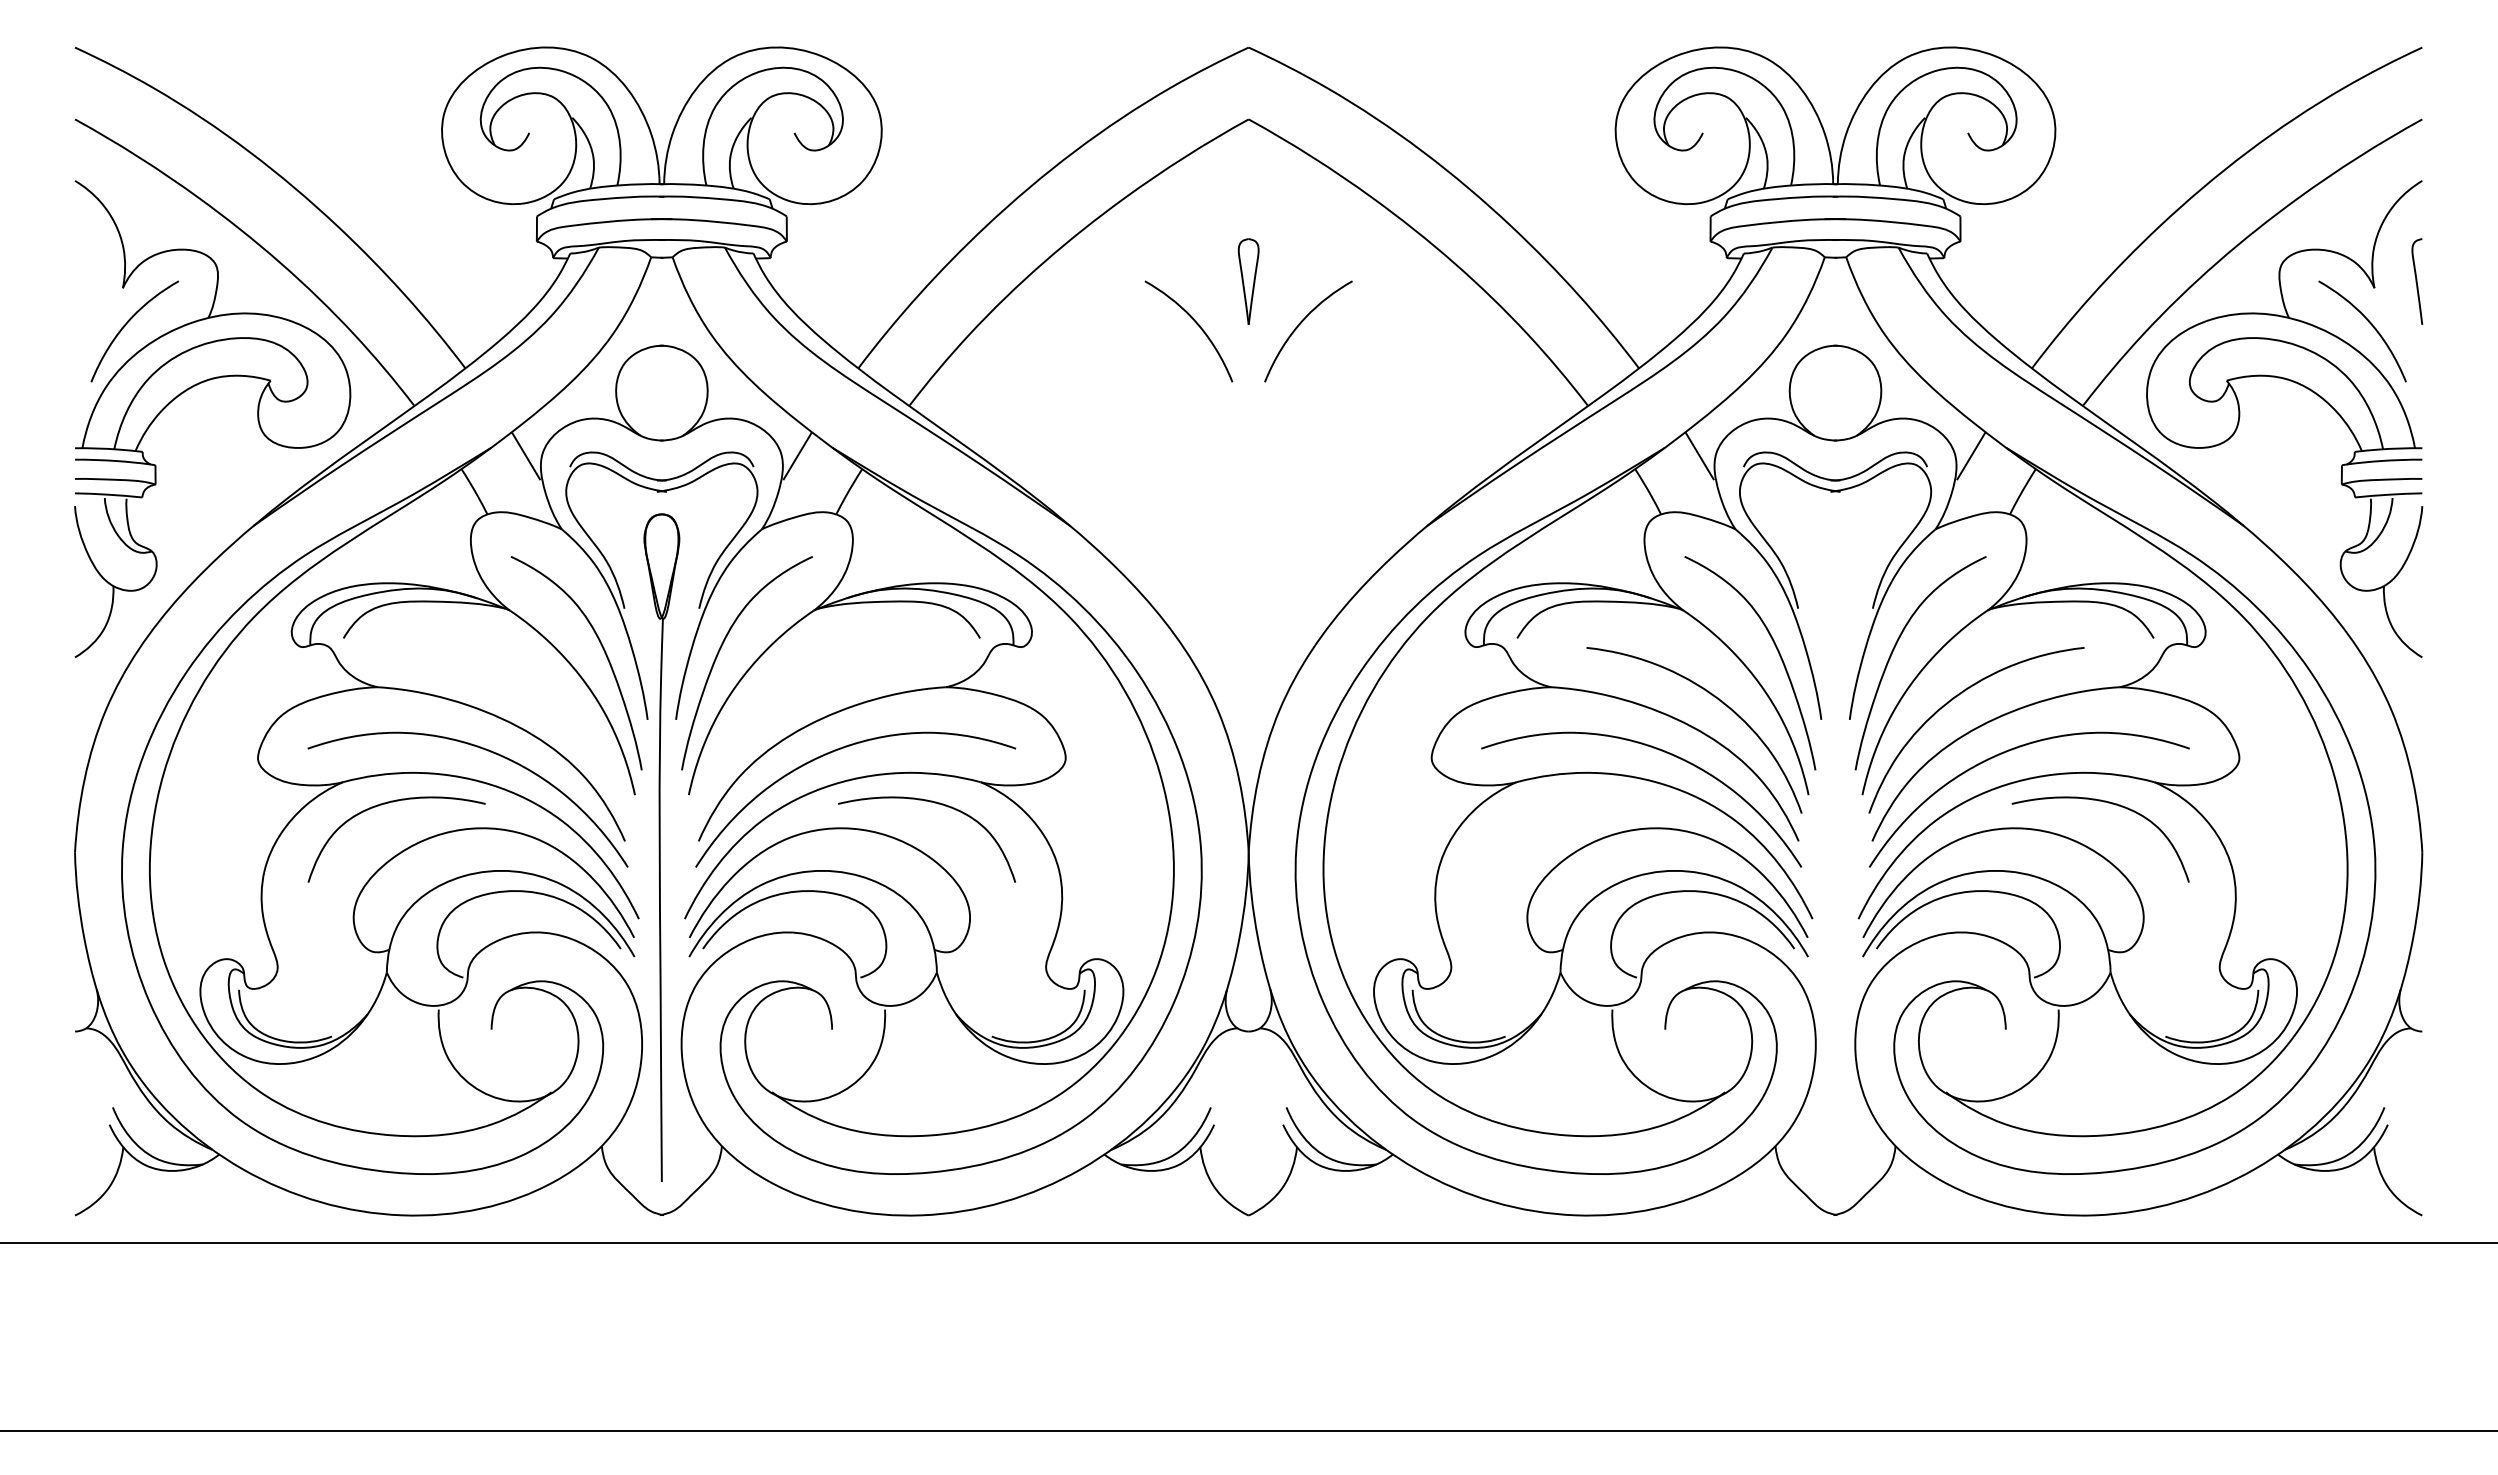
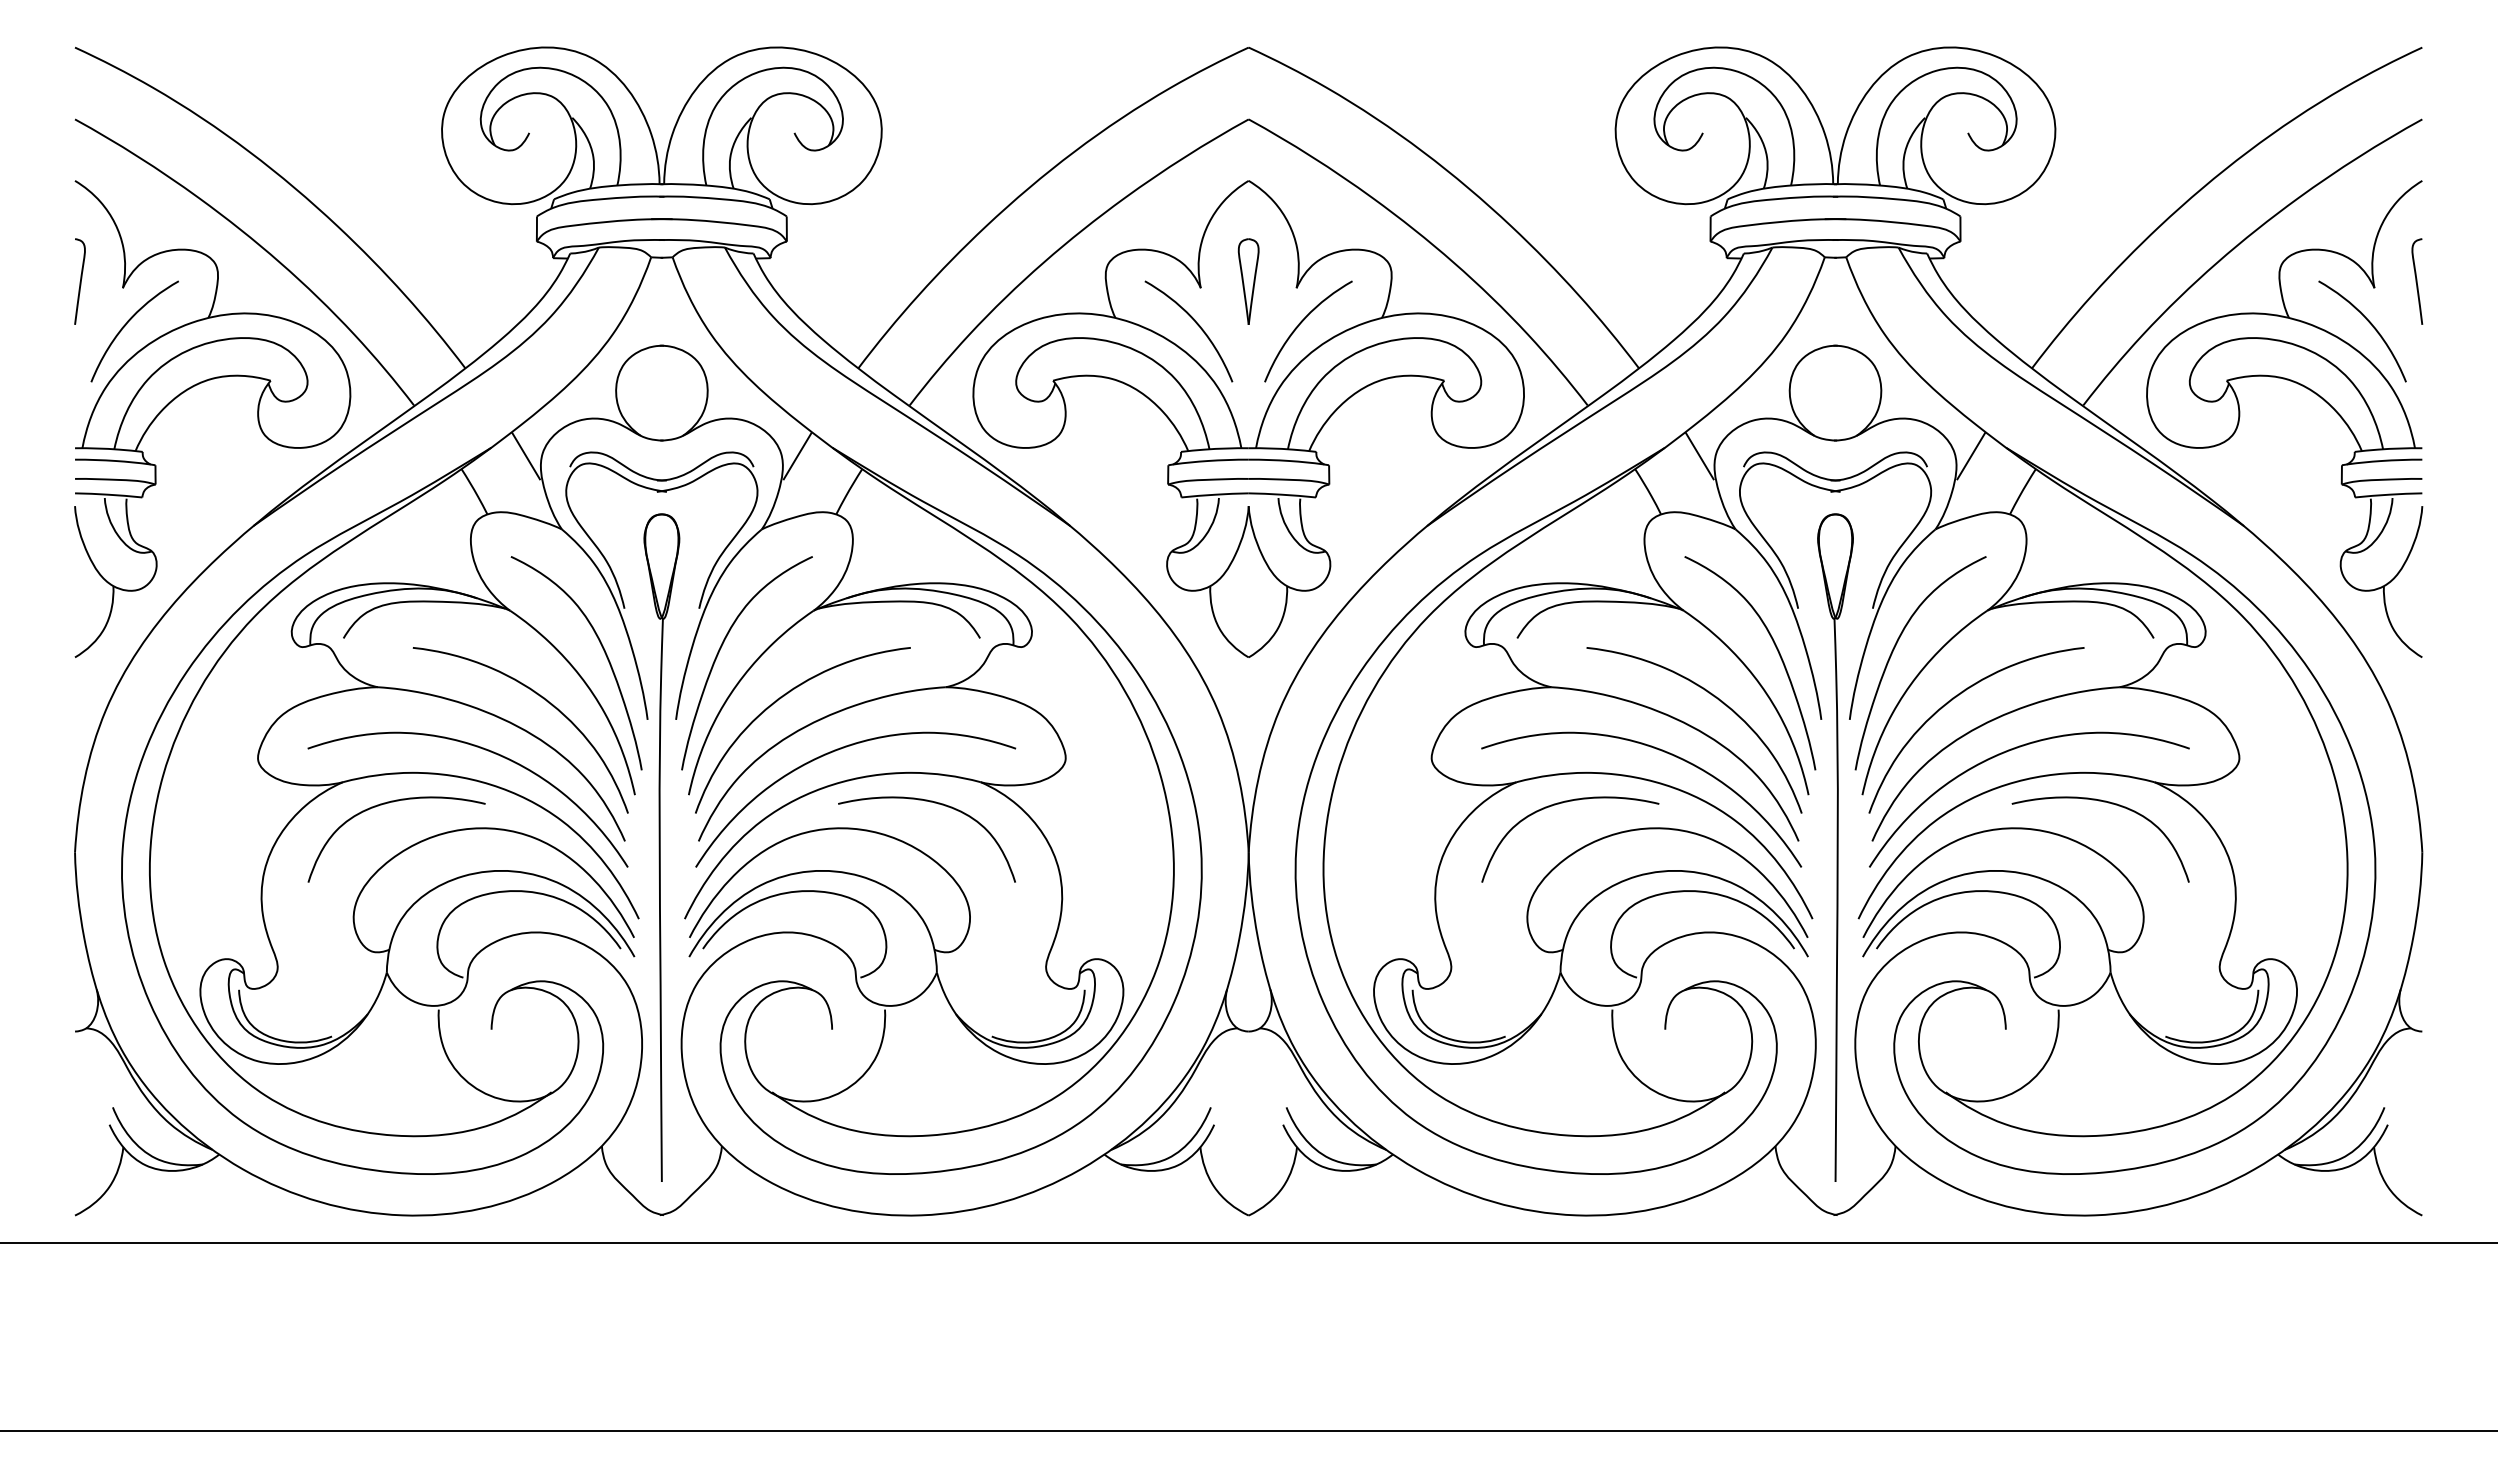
curve at (79, 281): none -> present
part at (1248, 418): none -> present
curve at (540, 697): none -> present
curve at (776, 702): none -> present
curve at (1559, 804): none -> present
part at (1835, 847): none -> present
